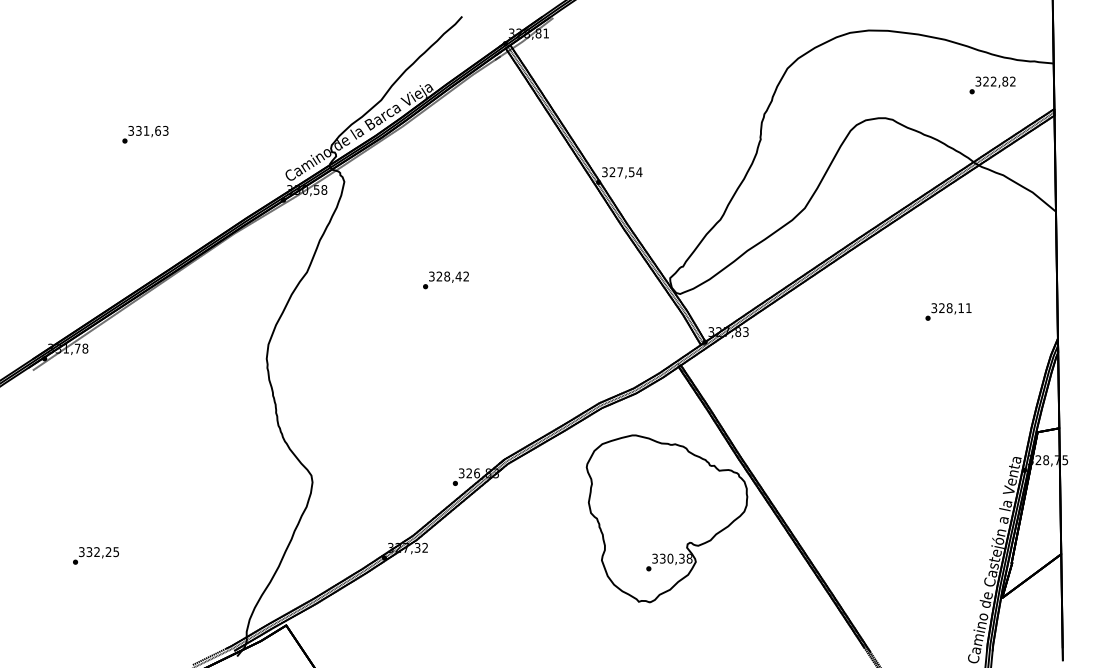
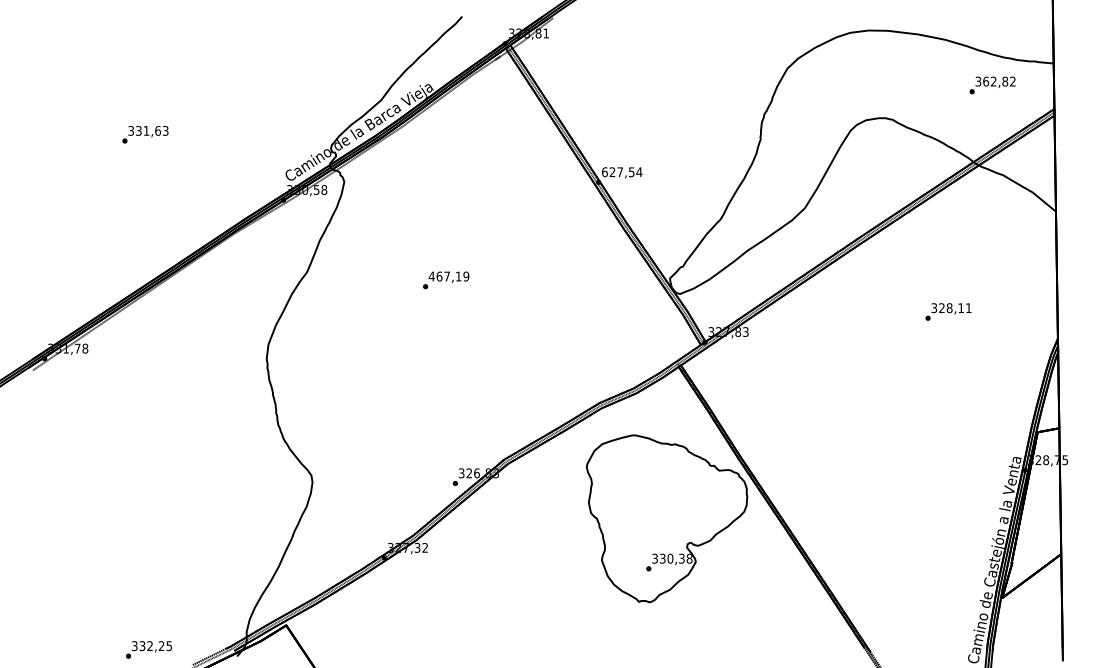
text at (986, 81): 322,82 -> 362,82
text at (604, 172): 327,54 -> 627,54
text at (448, 276): 328,42 -> 467,19
text at (95, 555) position: (95, 555) -> (148, 649)
